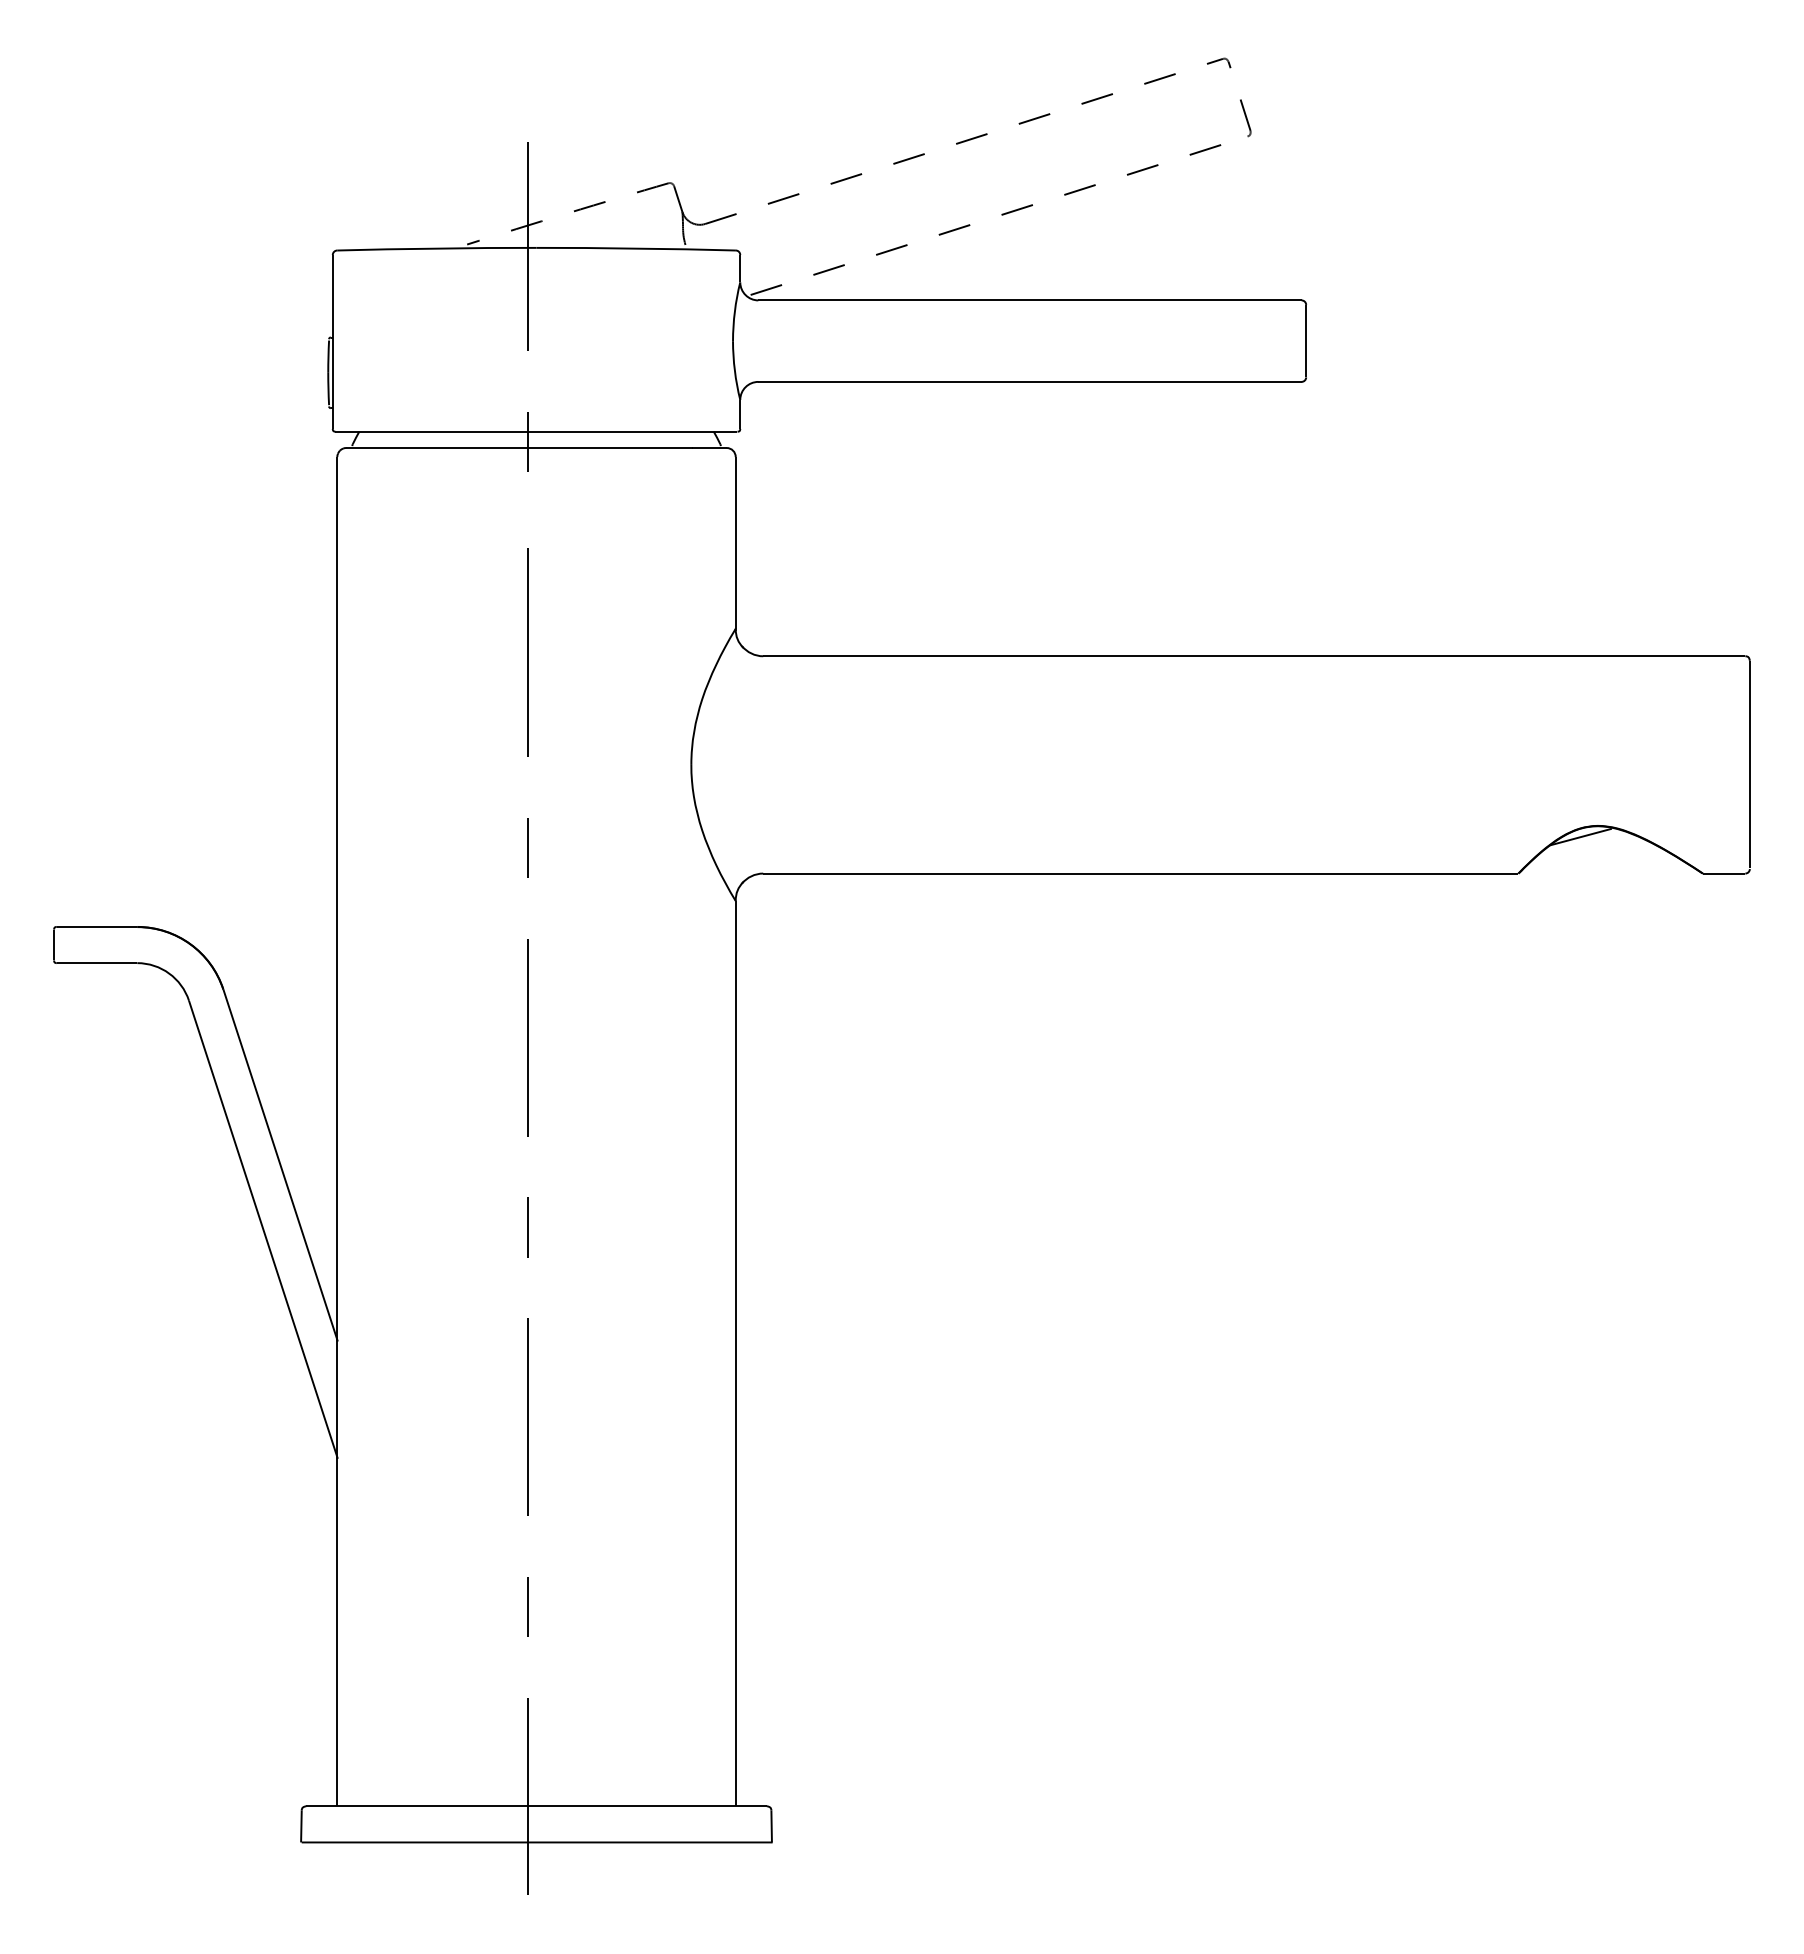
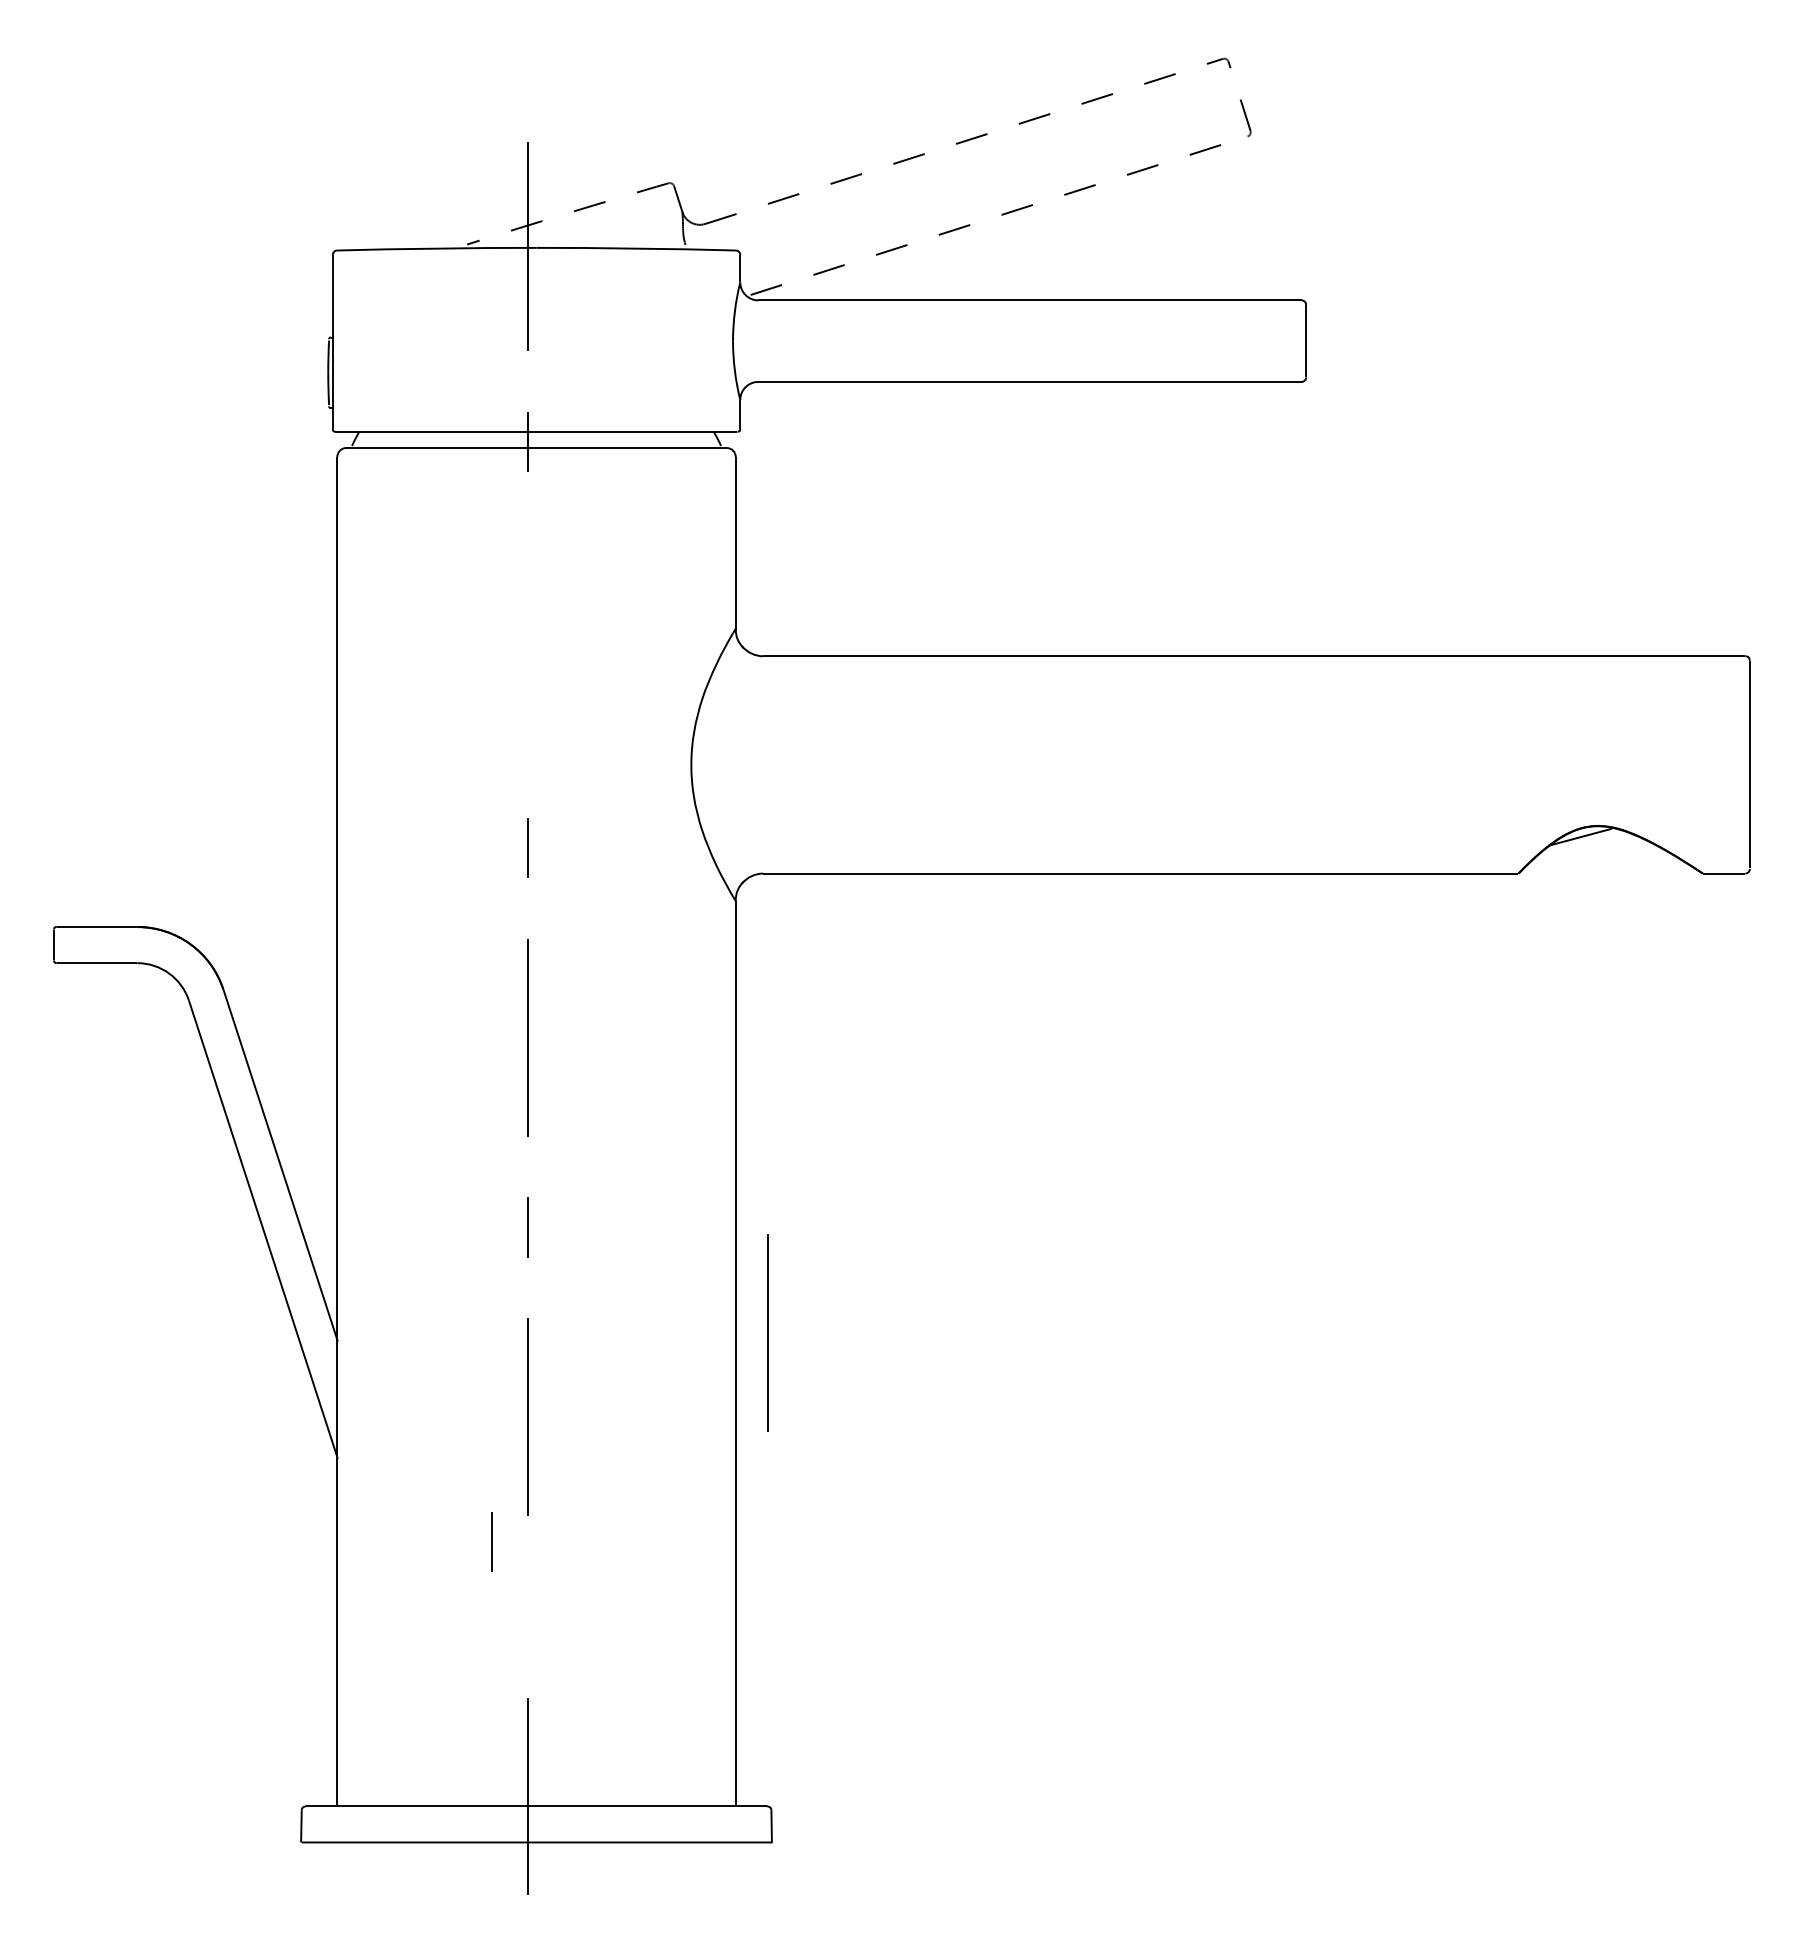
line at (527, 652): present -> none
line at (767, 1332): none -> present
line at (527, 1606) position: (527, 1606) -> (491, 1541)
